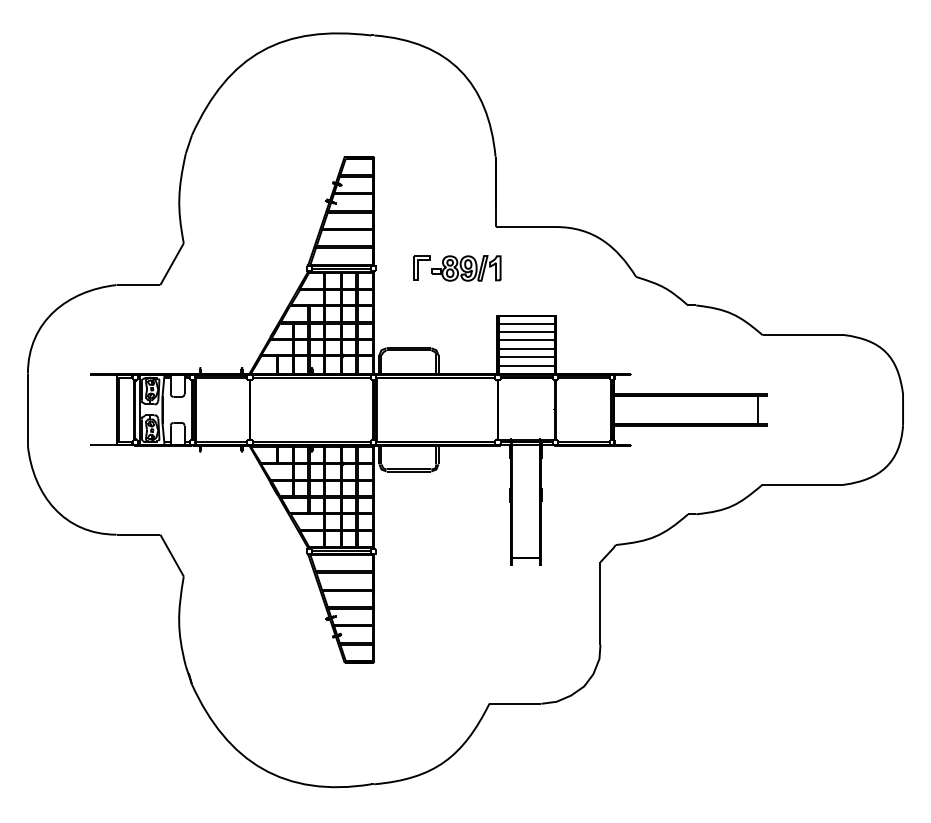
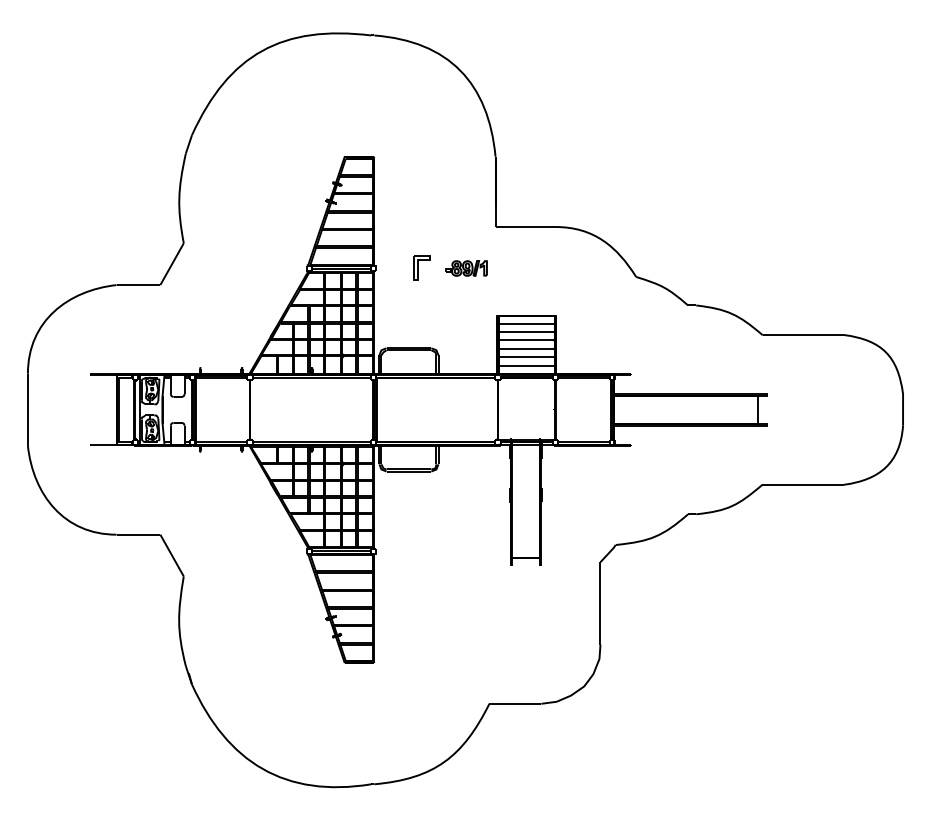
part at (466, 268) size: 71x27 px -> 43x17 px
